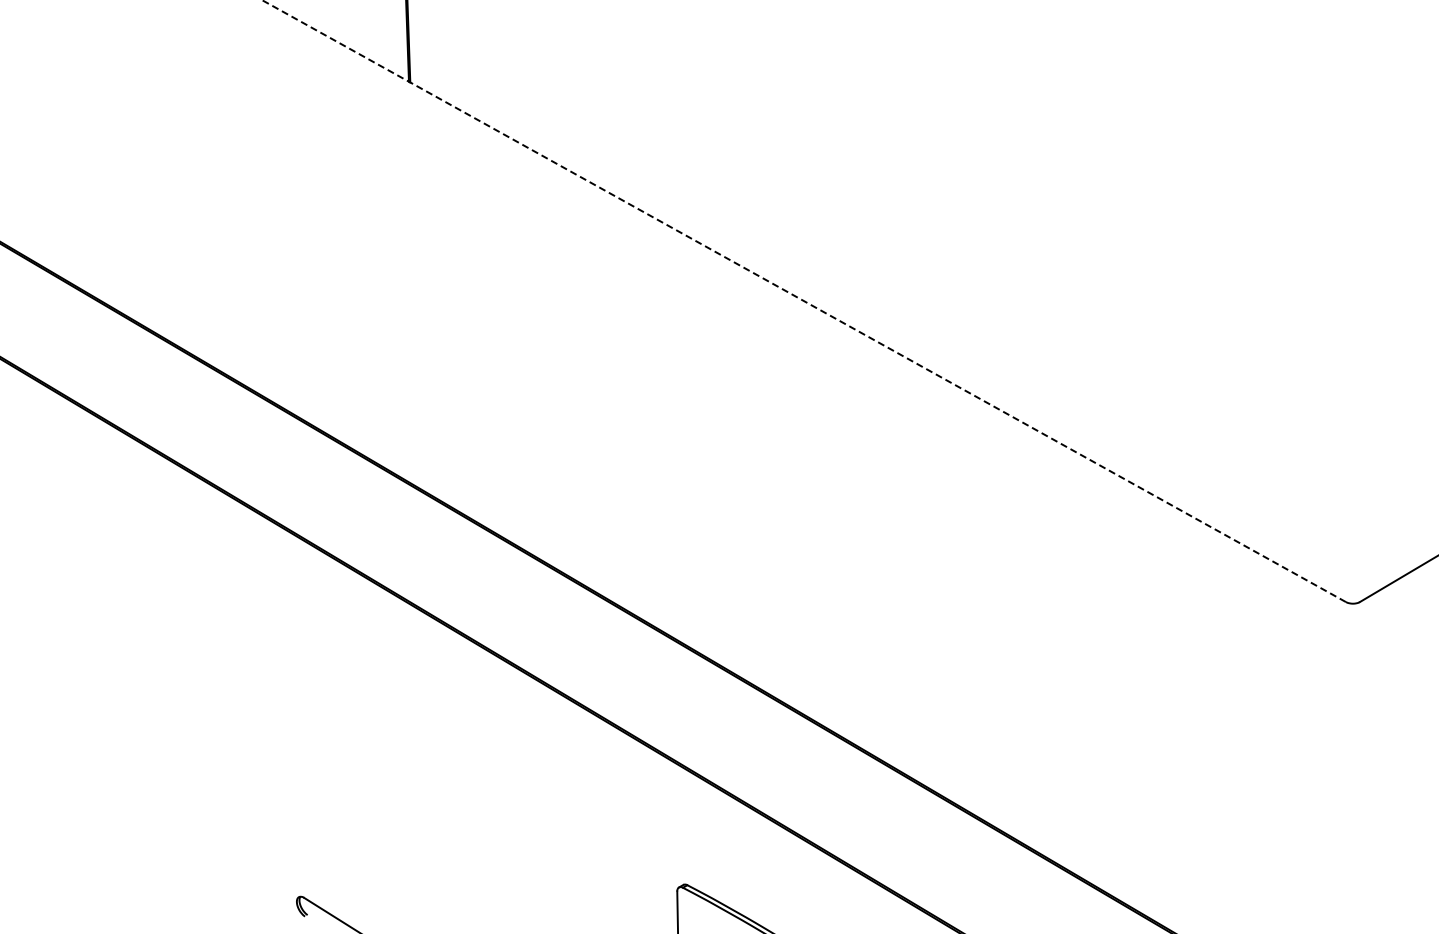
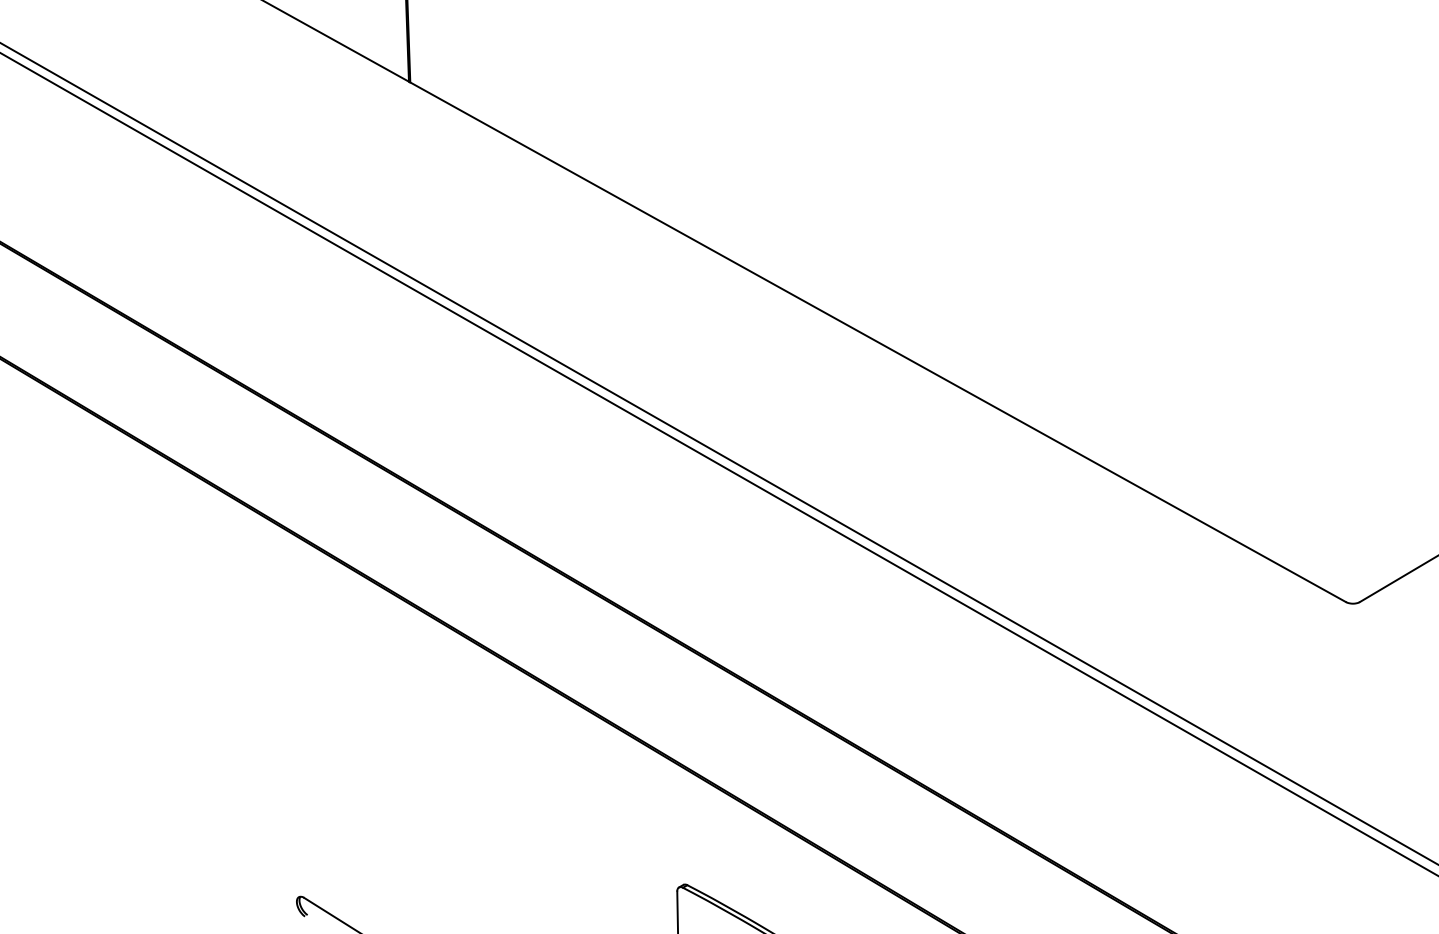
line at (803, 301): dashed -> solid
line at (718, 453): none -> present
line at (718, 463): none -> present
